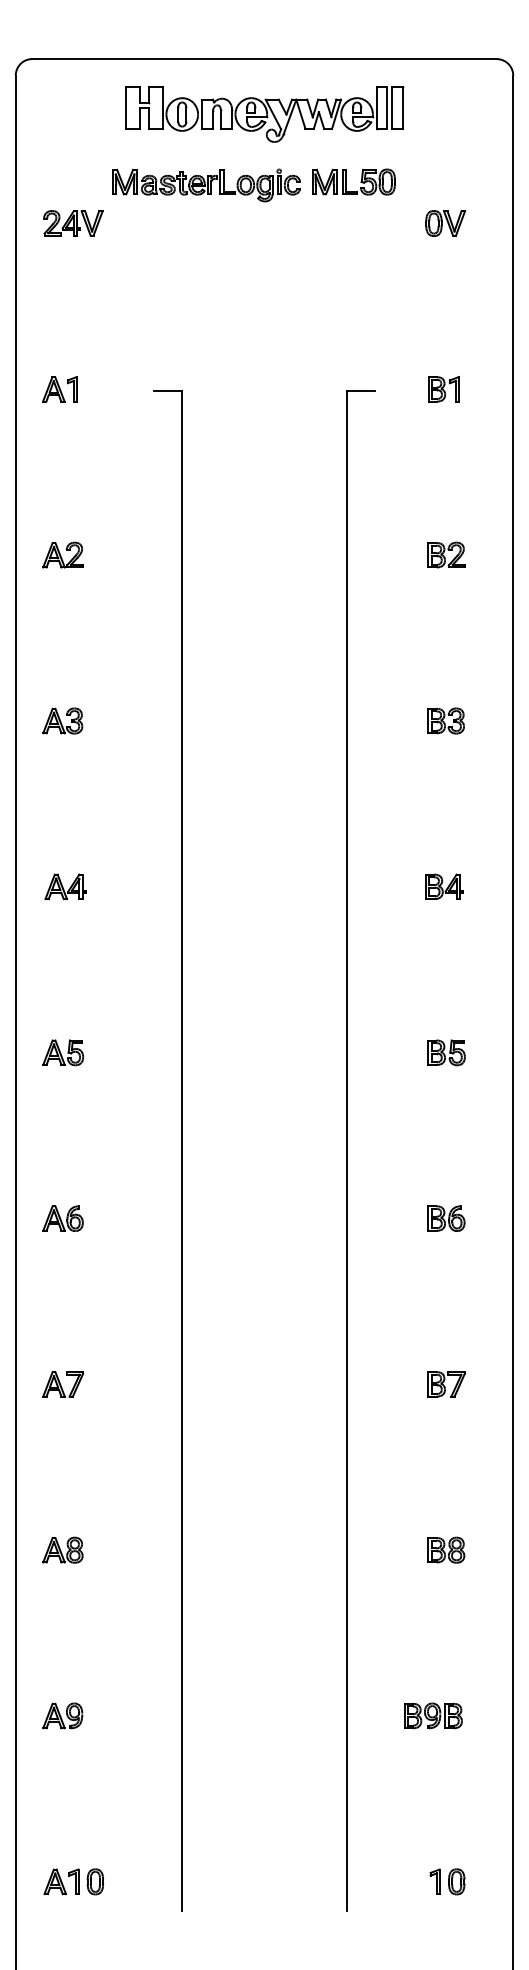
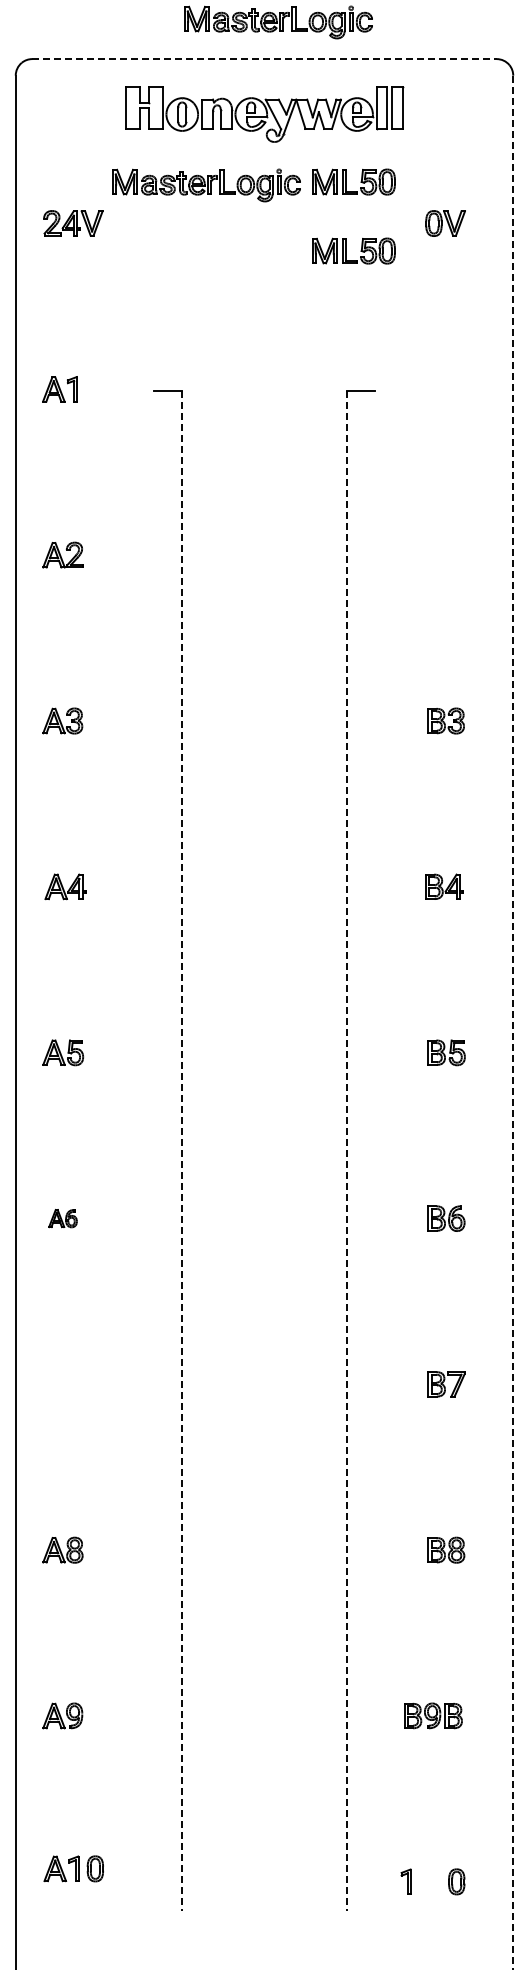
part at (278, 22): none -> present
line at (264, 59): solid -> dashed
part at (346, 250): none -> present
part at (443, 389): present -> none
part at (446, 554): present -> none
line at (513, 1022): solid -> dashed
line at (181, 1151): solid -> dashed
line at (347, 1151): solid -> dashed
part at (62, 1218) size: 42x27 px -> 30x20 px
part at (63, 1384): present -> none
part at (73, 1881) position: (73, 1881) -> (73, 1868)
part at (434, 1881) position: (434, 1881) -> (405, 1881)
